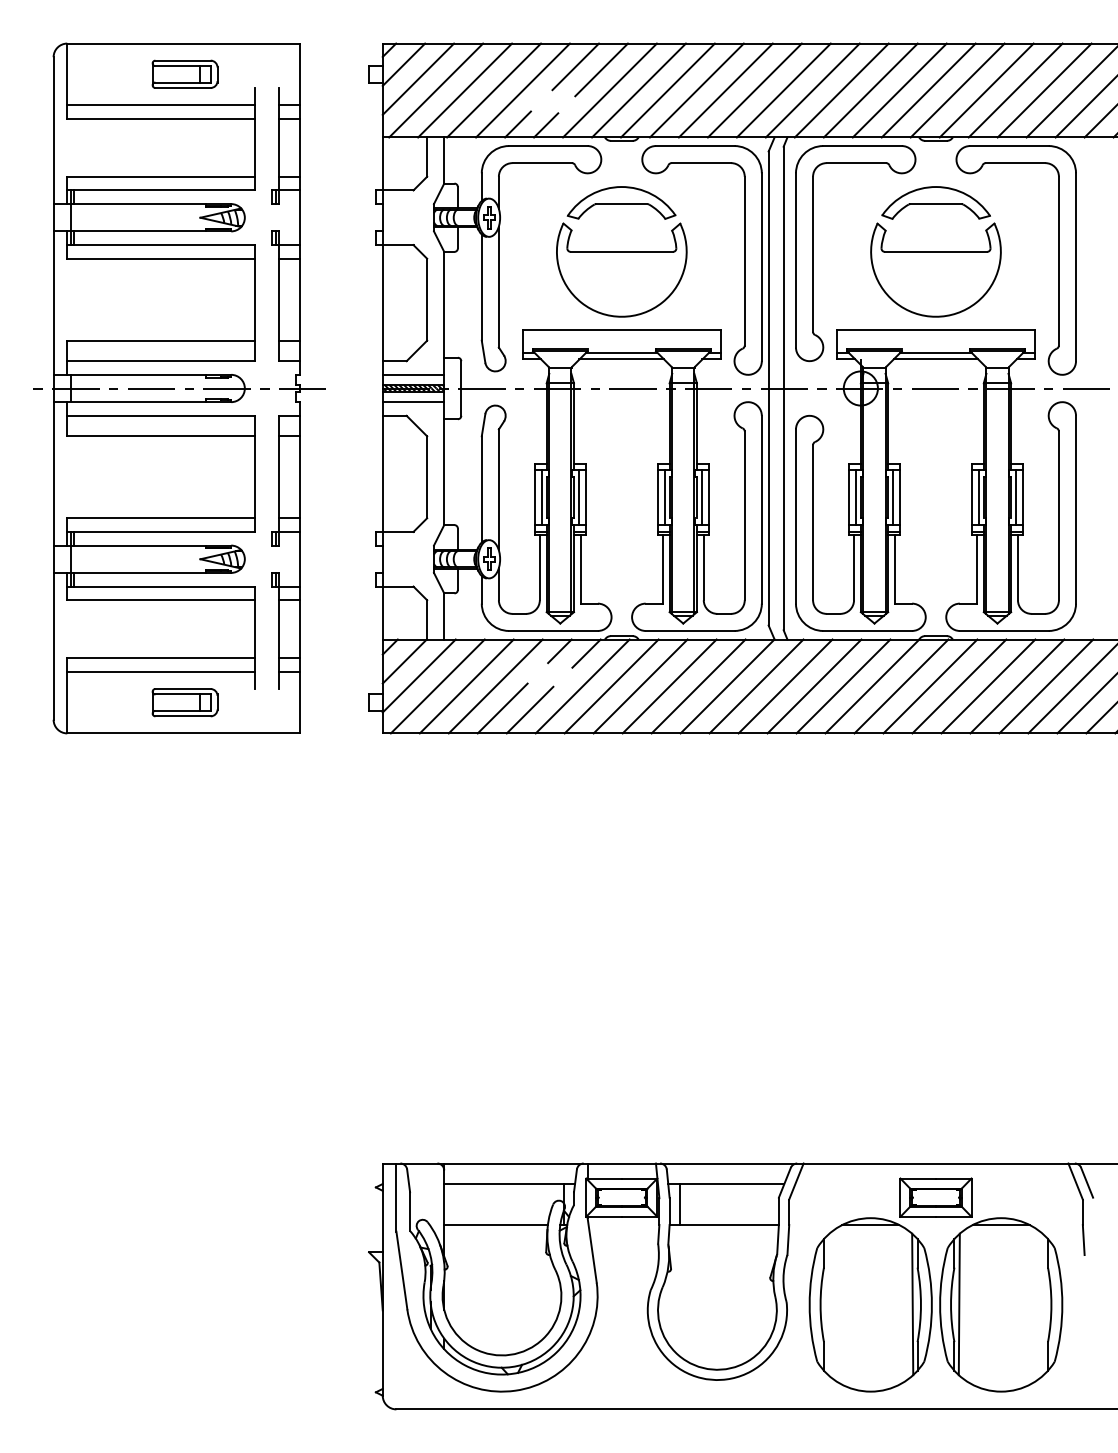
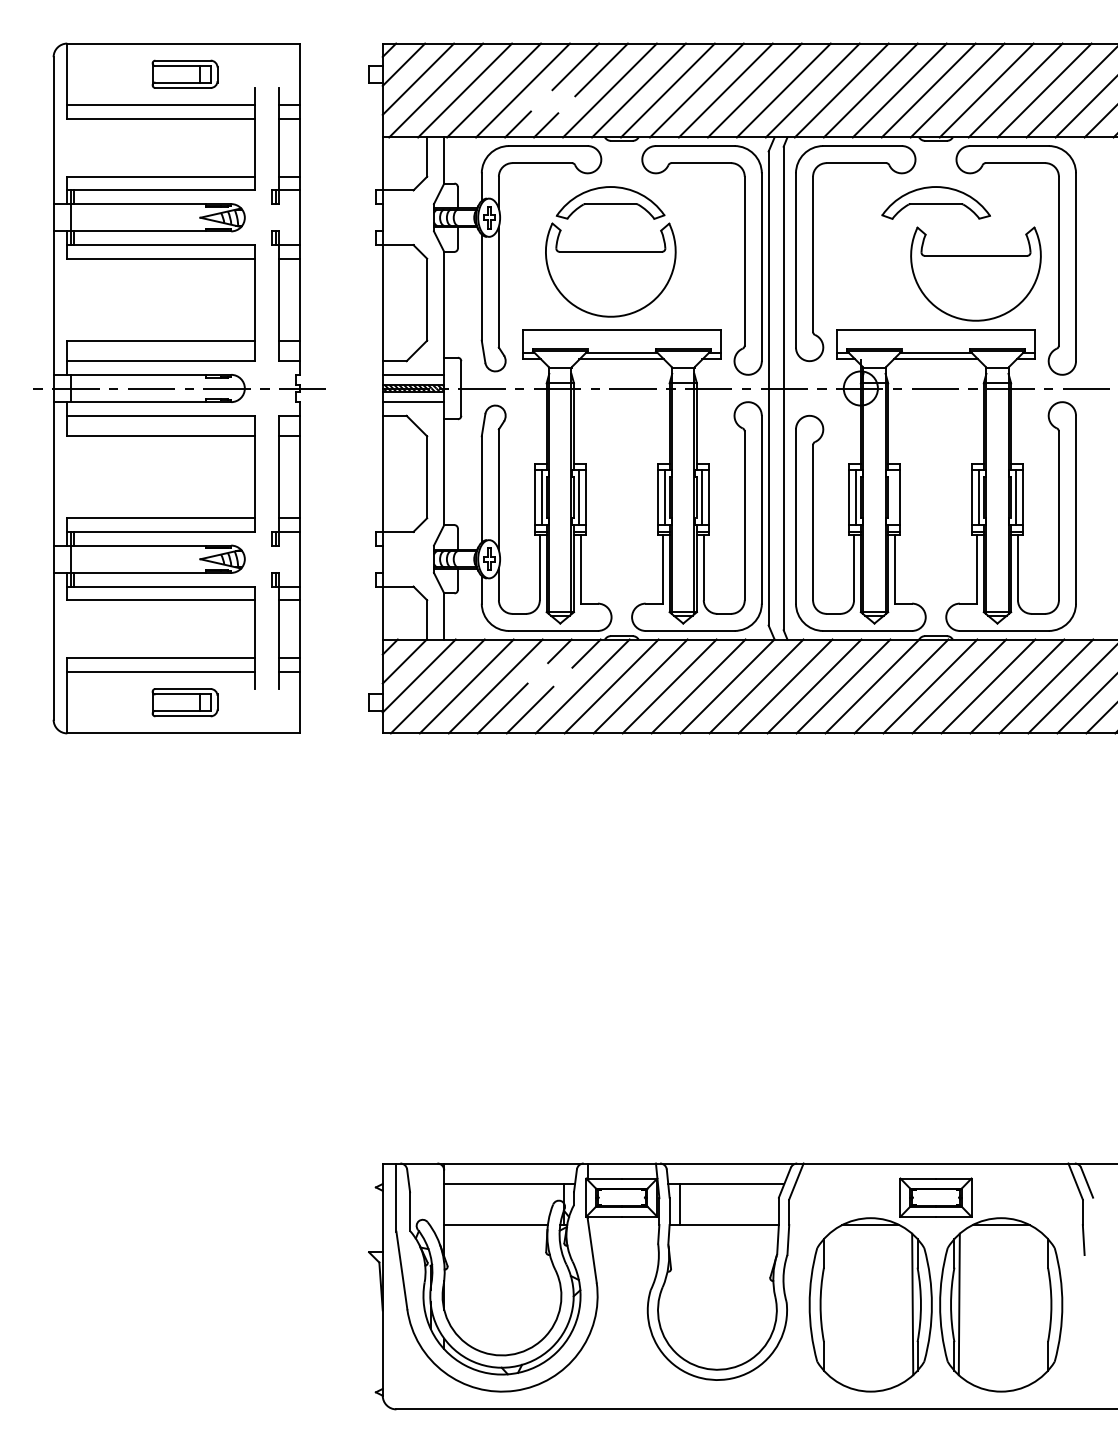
part at (621, 251) position: (621, 251) -> (610, 251)
part at (935, 269) position: (935, 269) -> (975, 273)
line at (892, 497): present -> none
